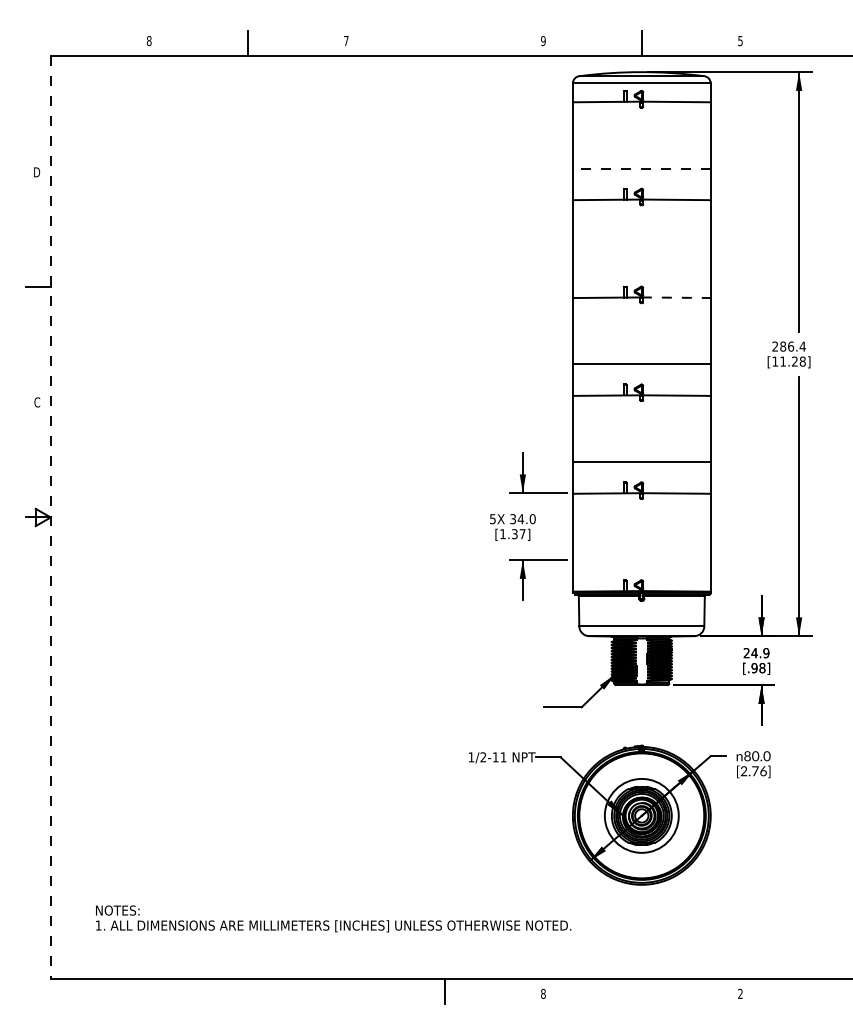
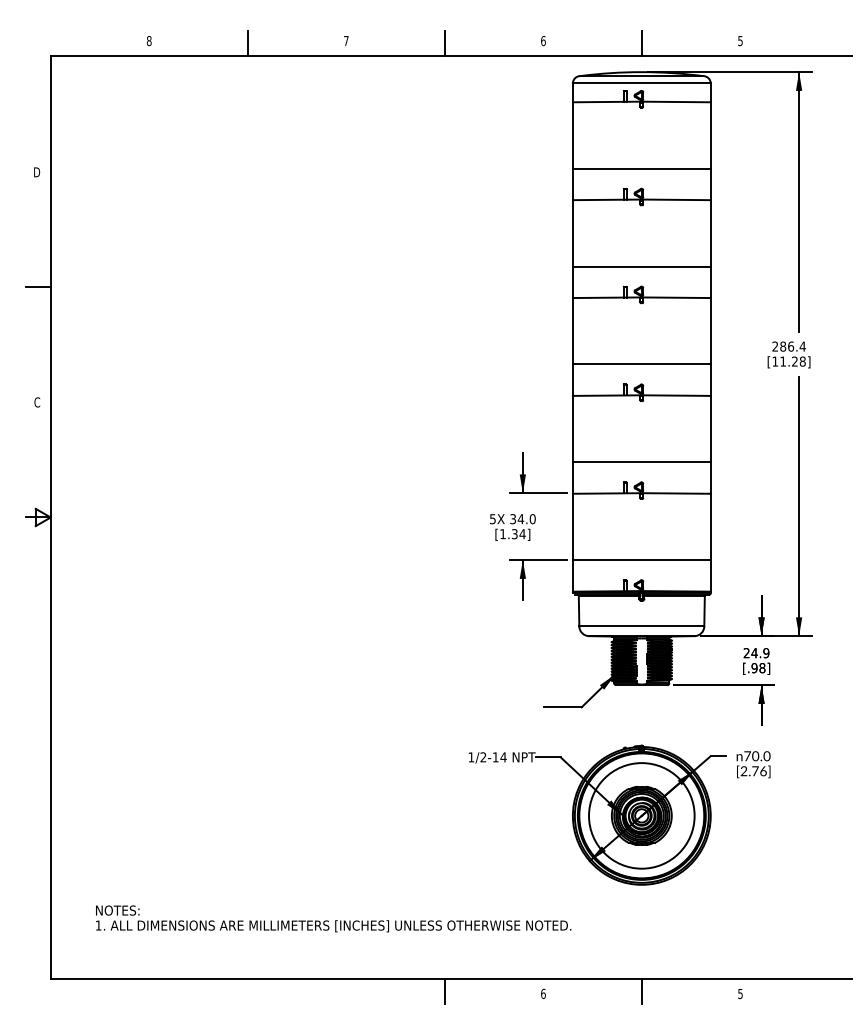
text at (543, 41): 9 -> 6
line at (444, 43): none -> present
line at (641, 168): dashed -> solid
line at (641, 266): none -> present
line at (676, 297): dashed -> solid
line at (50, 517): dashed -> solid
text at (522, 534): [1.37] -> [1.34]
line at (641, 560): none -> present
text at (747, 756): 80.0 -> 70.0
text at (503, 757): 1/2-11 -> 1/2-14
circle at (641, 815) diameter: 74 px -> 106 px
line at (641, 990): none -> present
text at (543, 993): 8 -> 6
text at (740, 993): 2 -> 5
